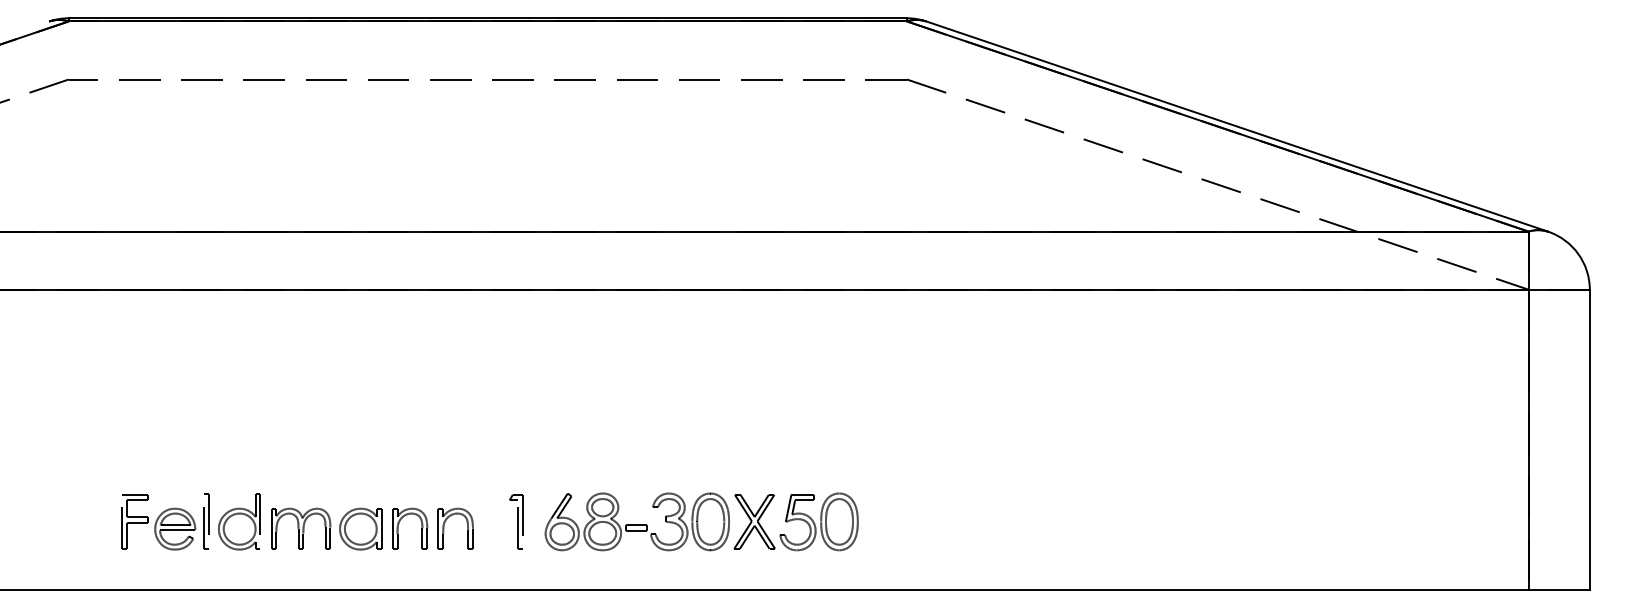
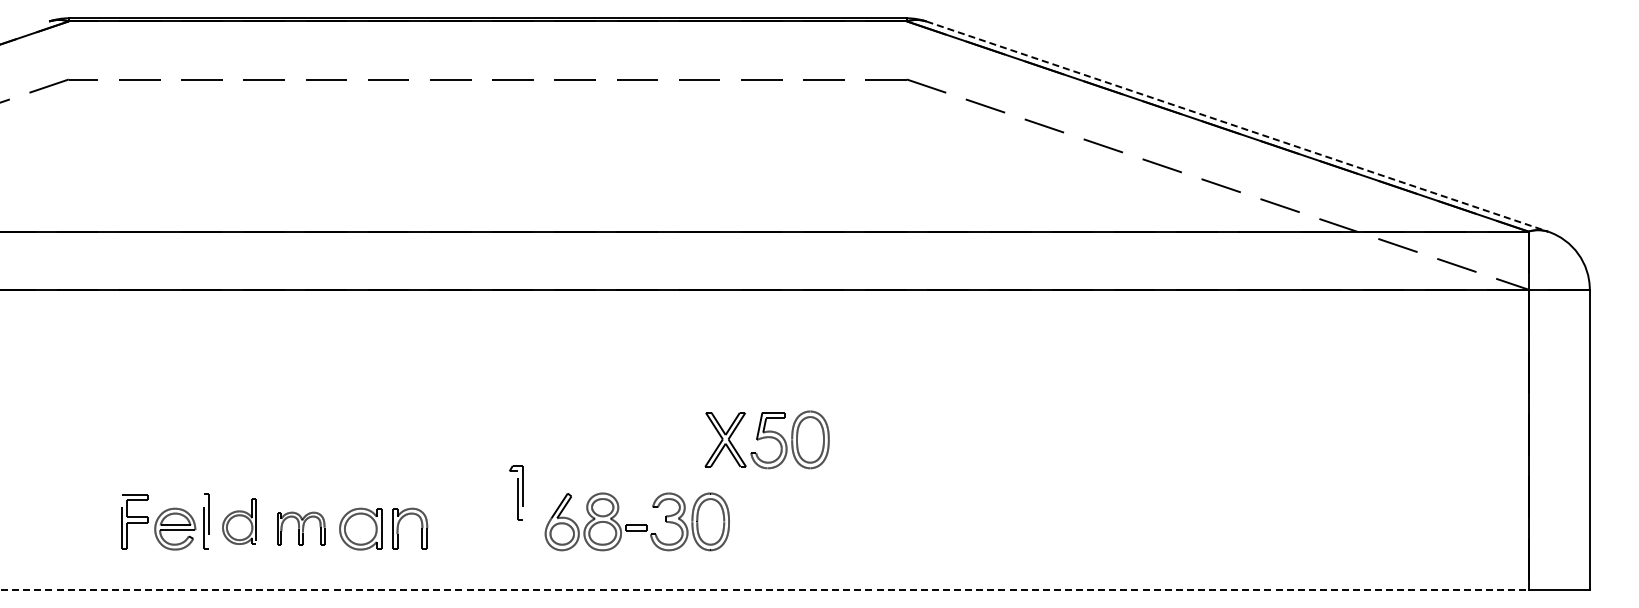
line at (1237, 126): solid -> dashed
part at (239, 521) size: 43x58 px -> 35x47 px
part at (516, 521) position: (516, 521) -> (516, 492)
part at (795, 521) position: (795, 521) -> (766, 439)
part at (301, 528) size: 61x43 px -> 49x35 px
part at (444, 528): present -> none
line at (764, 589): solid -> dashed
